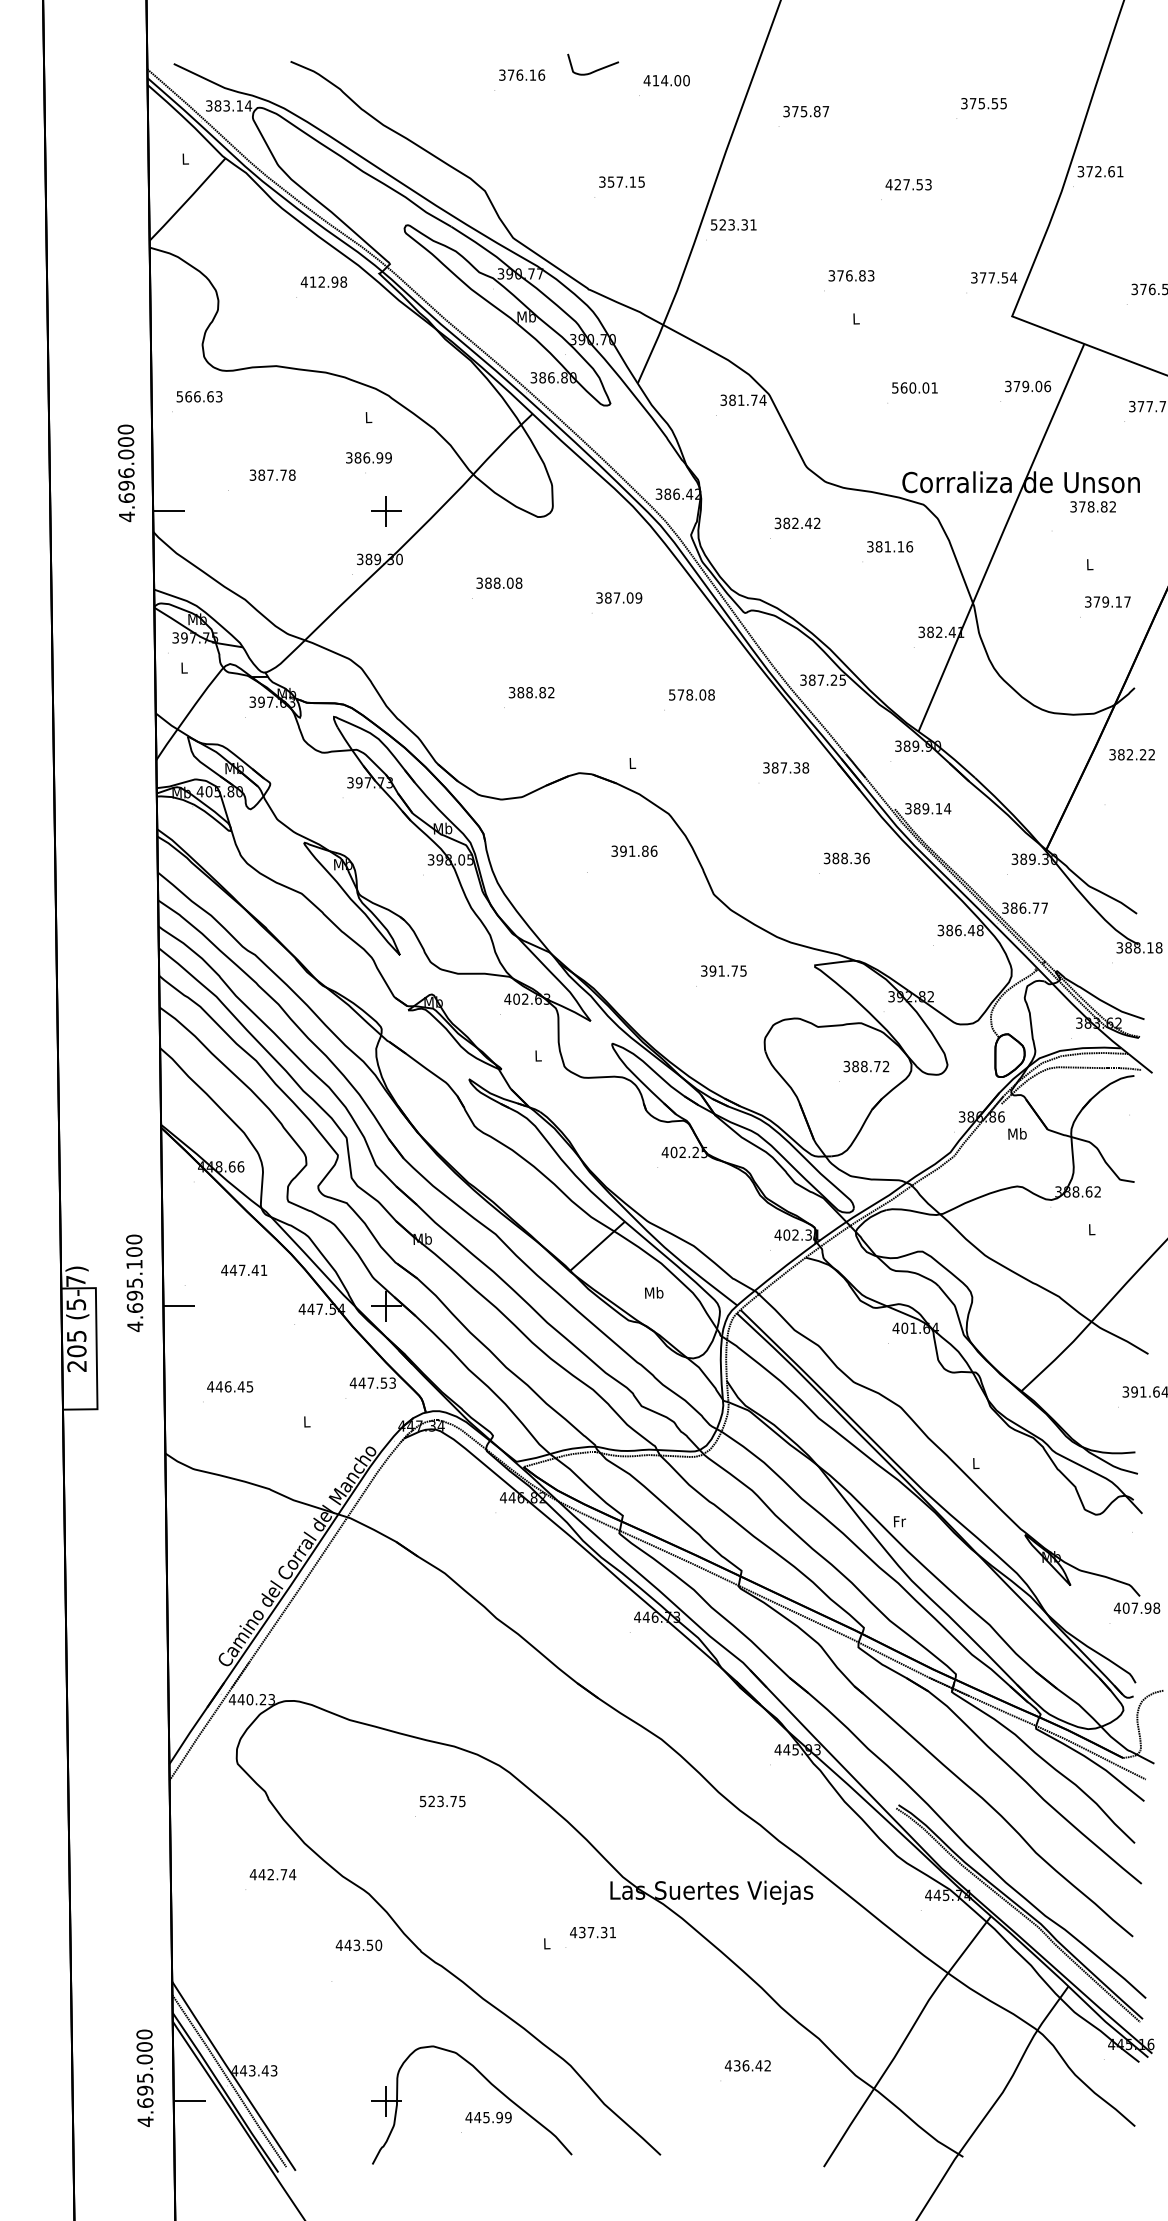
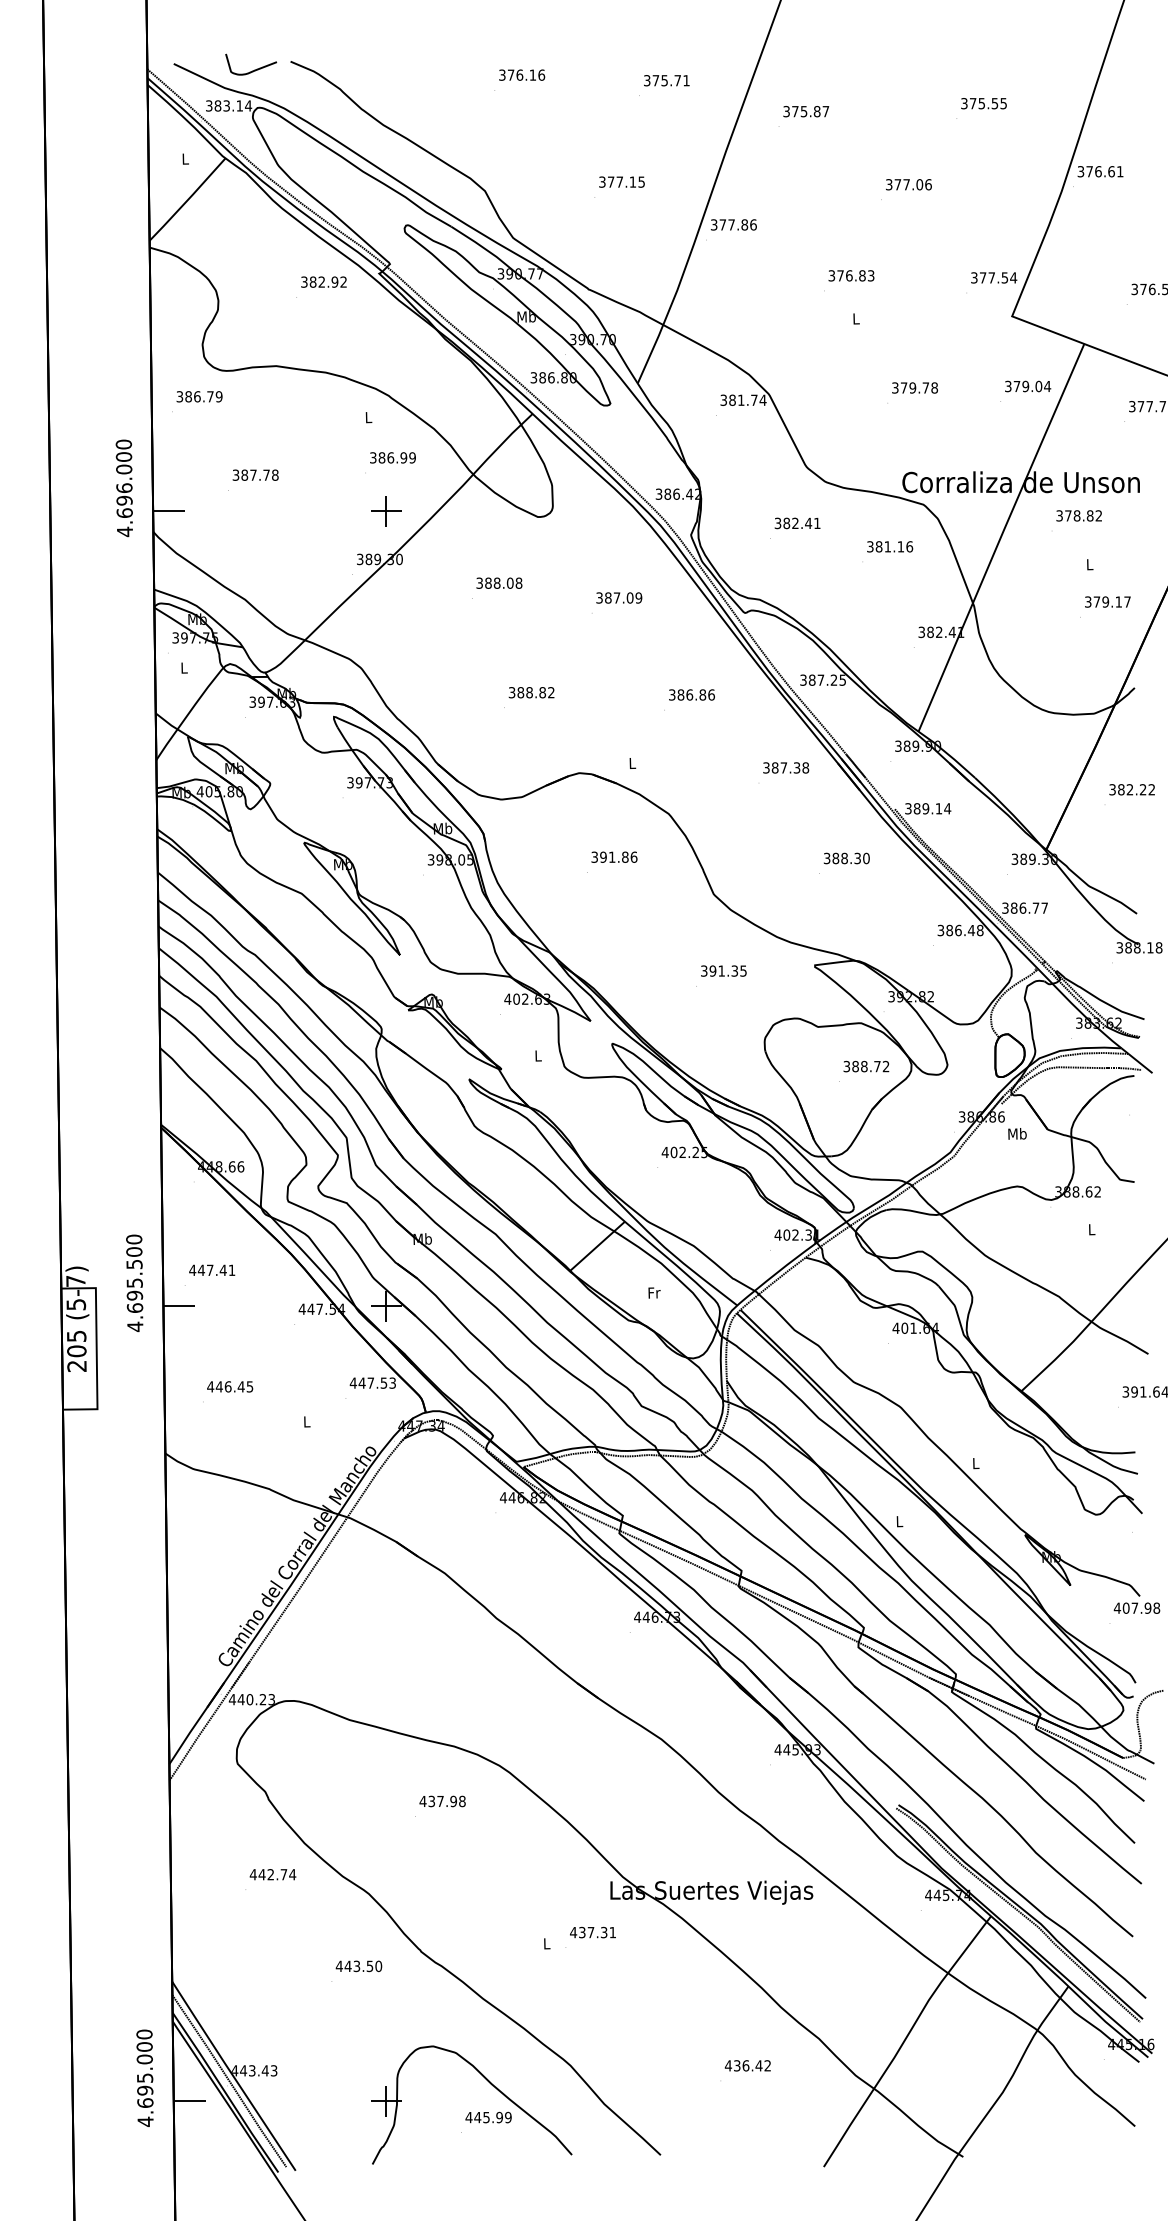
curve at (596, 69) position: (596, 69) -> (254, 69)
text at (666, 80): 414.00 -> 375.71
text at (1098, 171): 372.61 -> 376.61
text at (610, 181): 357.15 -> 377.15
text at (908, 184): 427.53 -> 377.06
text at (733, 224): 523.31 -> 377.86
text at (323, 281): 412.98 -> 382.92
text at (1047, 386): 379.06 -> 379.04
text at (915, 387): 560.01 -> 379.78
text at (199, 396): 566.63 -> 386.79
text at (368, 457) position: (368, 457) -> (392, 457)
text at (125, 473) position: (125, 473) -> (123, 488)
text at (272, 474) position: (272, 474) -> (255, 474)
text at (1092, 506) position: (1092, 506) -> (1078, 515)
text at (817, 522): 382.42 -> 382.41
text at (691, 694): 578.08 -> 386.86
text at (1131, 754) position: (1131, 754) -> (1131, 789)
text at (634, 850) position: (634, 850) -> (614, 856)
text at (866, 857): 388.36 -> 388.30
text at (734, 970): 391.75 -> 391.35
text at (134, 1264): 4.695.100 -> 4.695.500
text at (244, 1269) position: (244, 1269) -> (212, 1269)
text at (654, 1292): Mb -> Fr
text at (899, 1521): Fr -> L
text at (442, 1801): 523.75 -> 437.98
text at (358, 1945) position: (358, 1945) -> (358, 1966)
